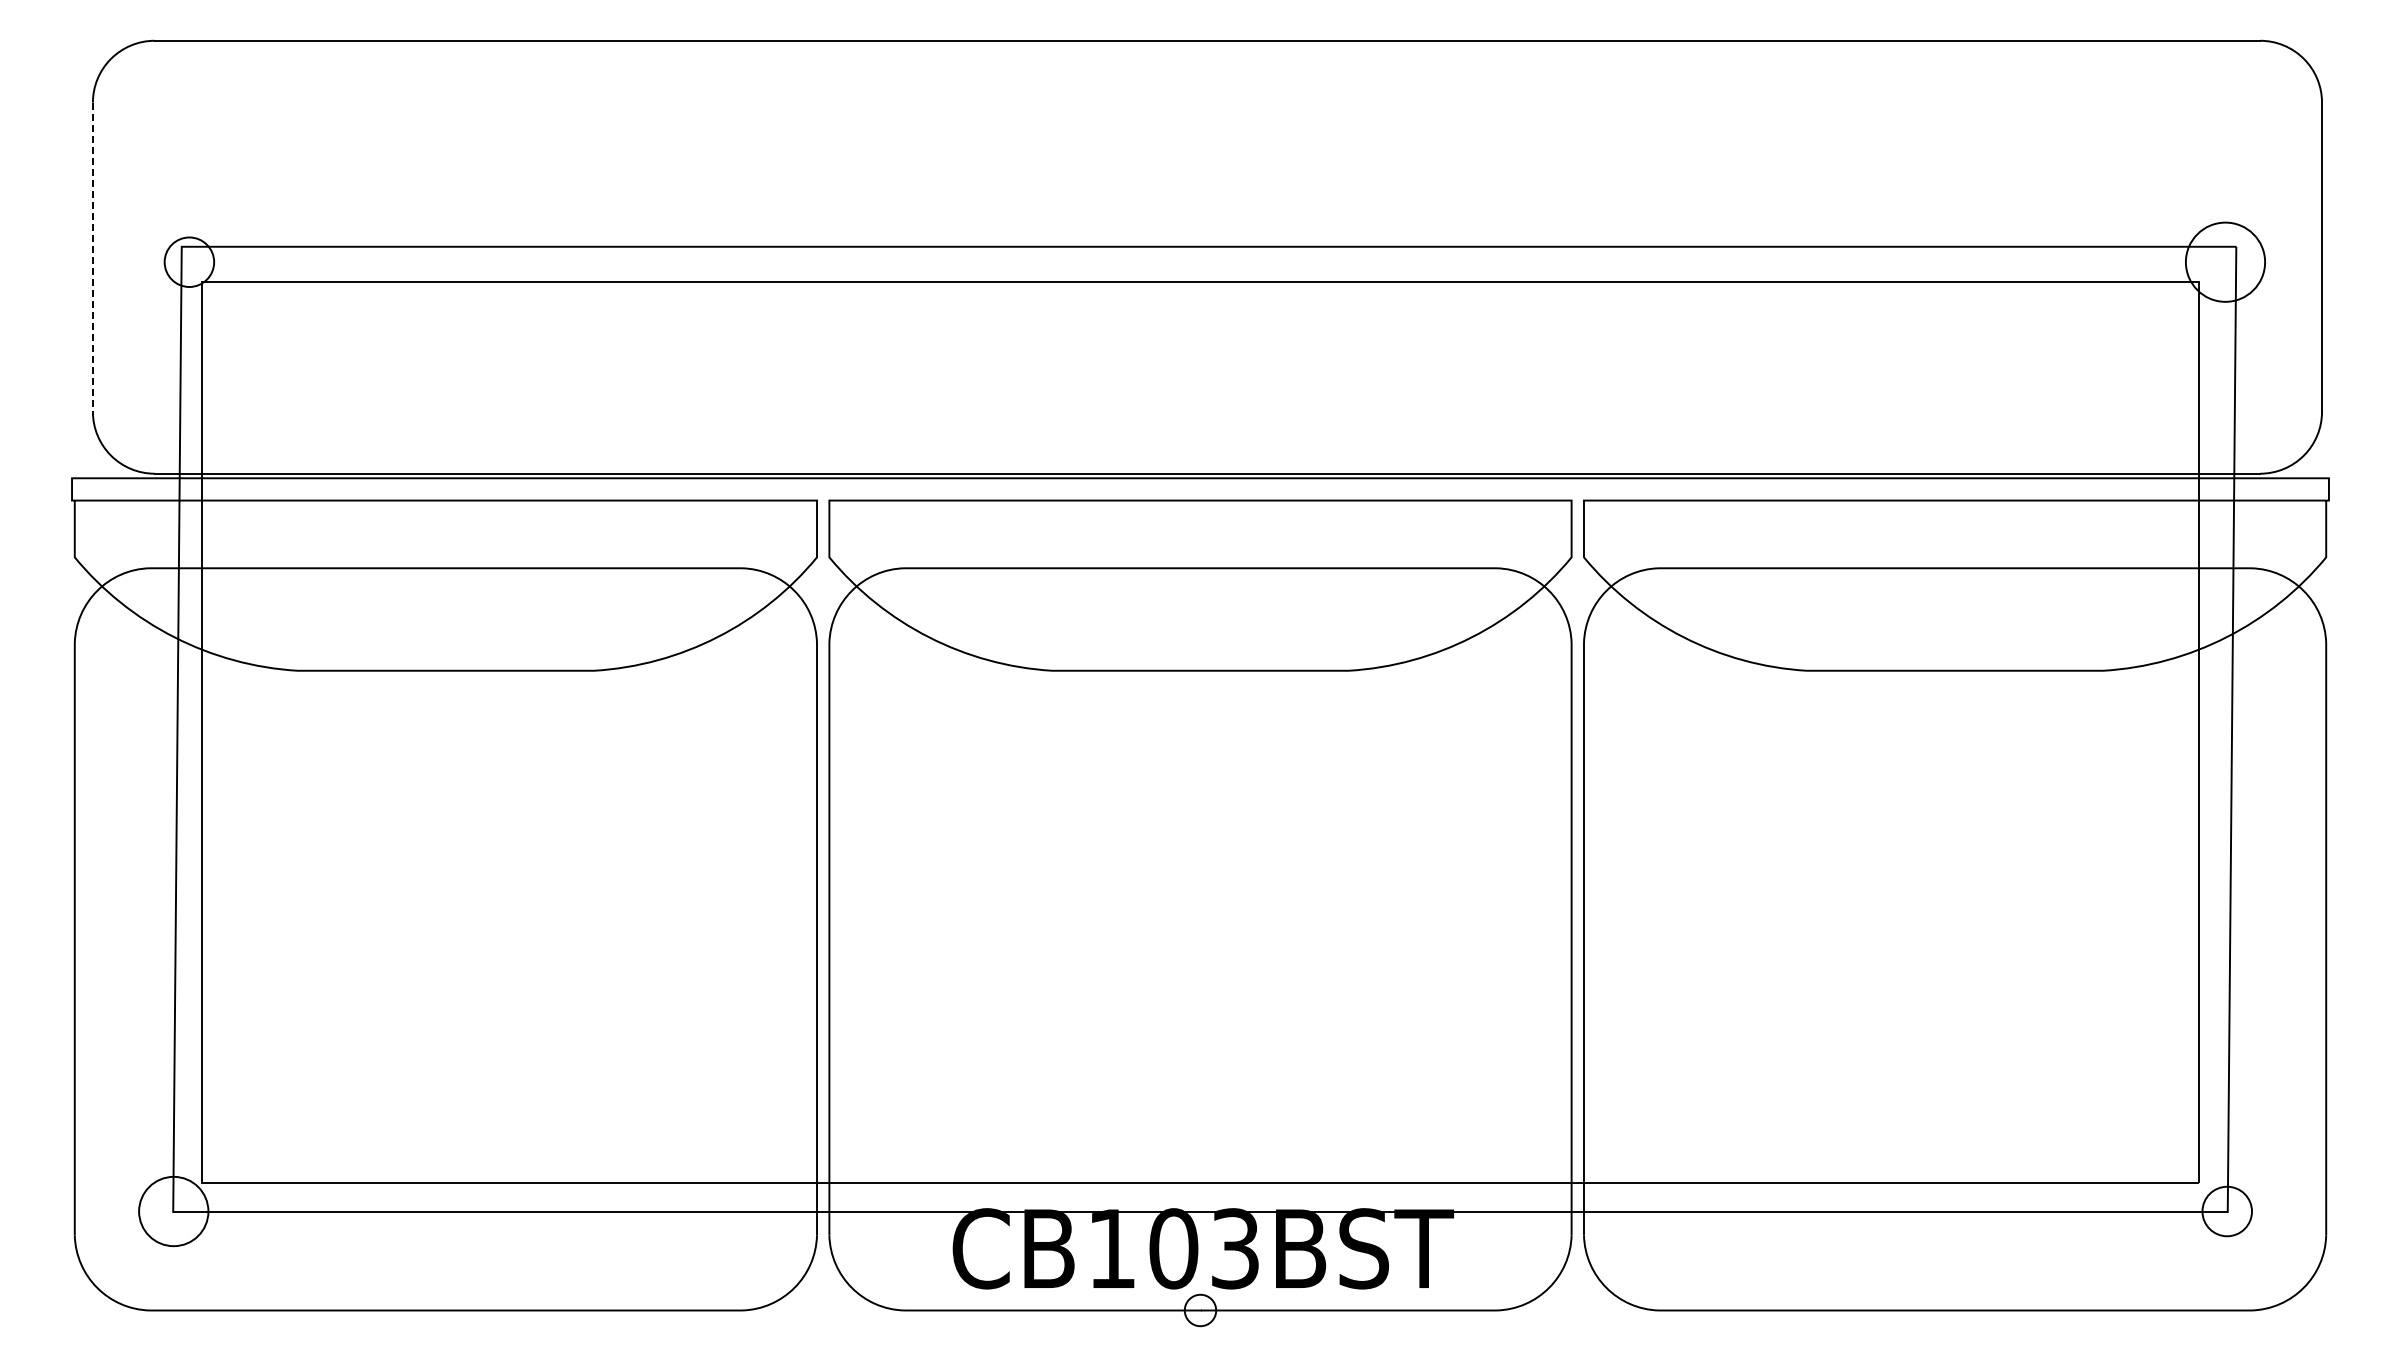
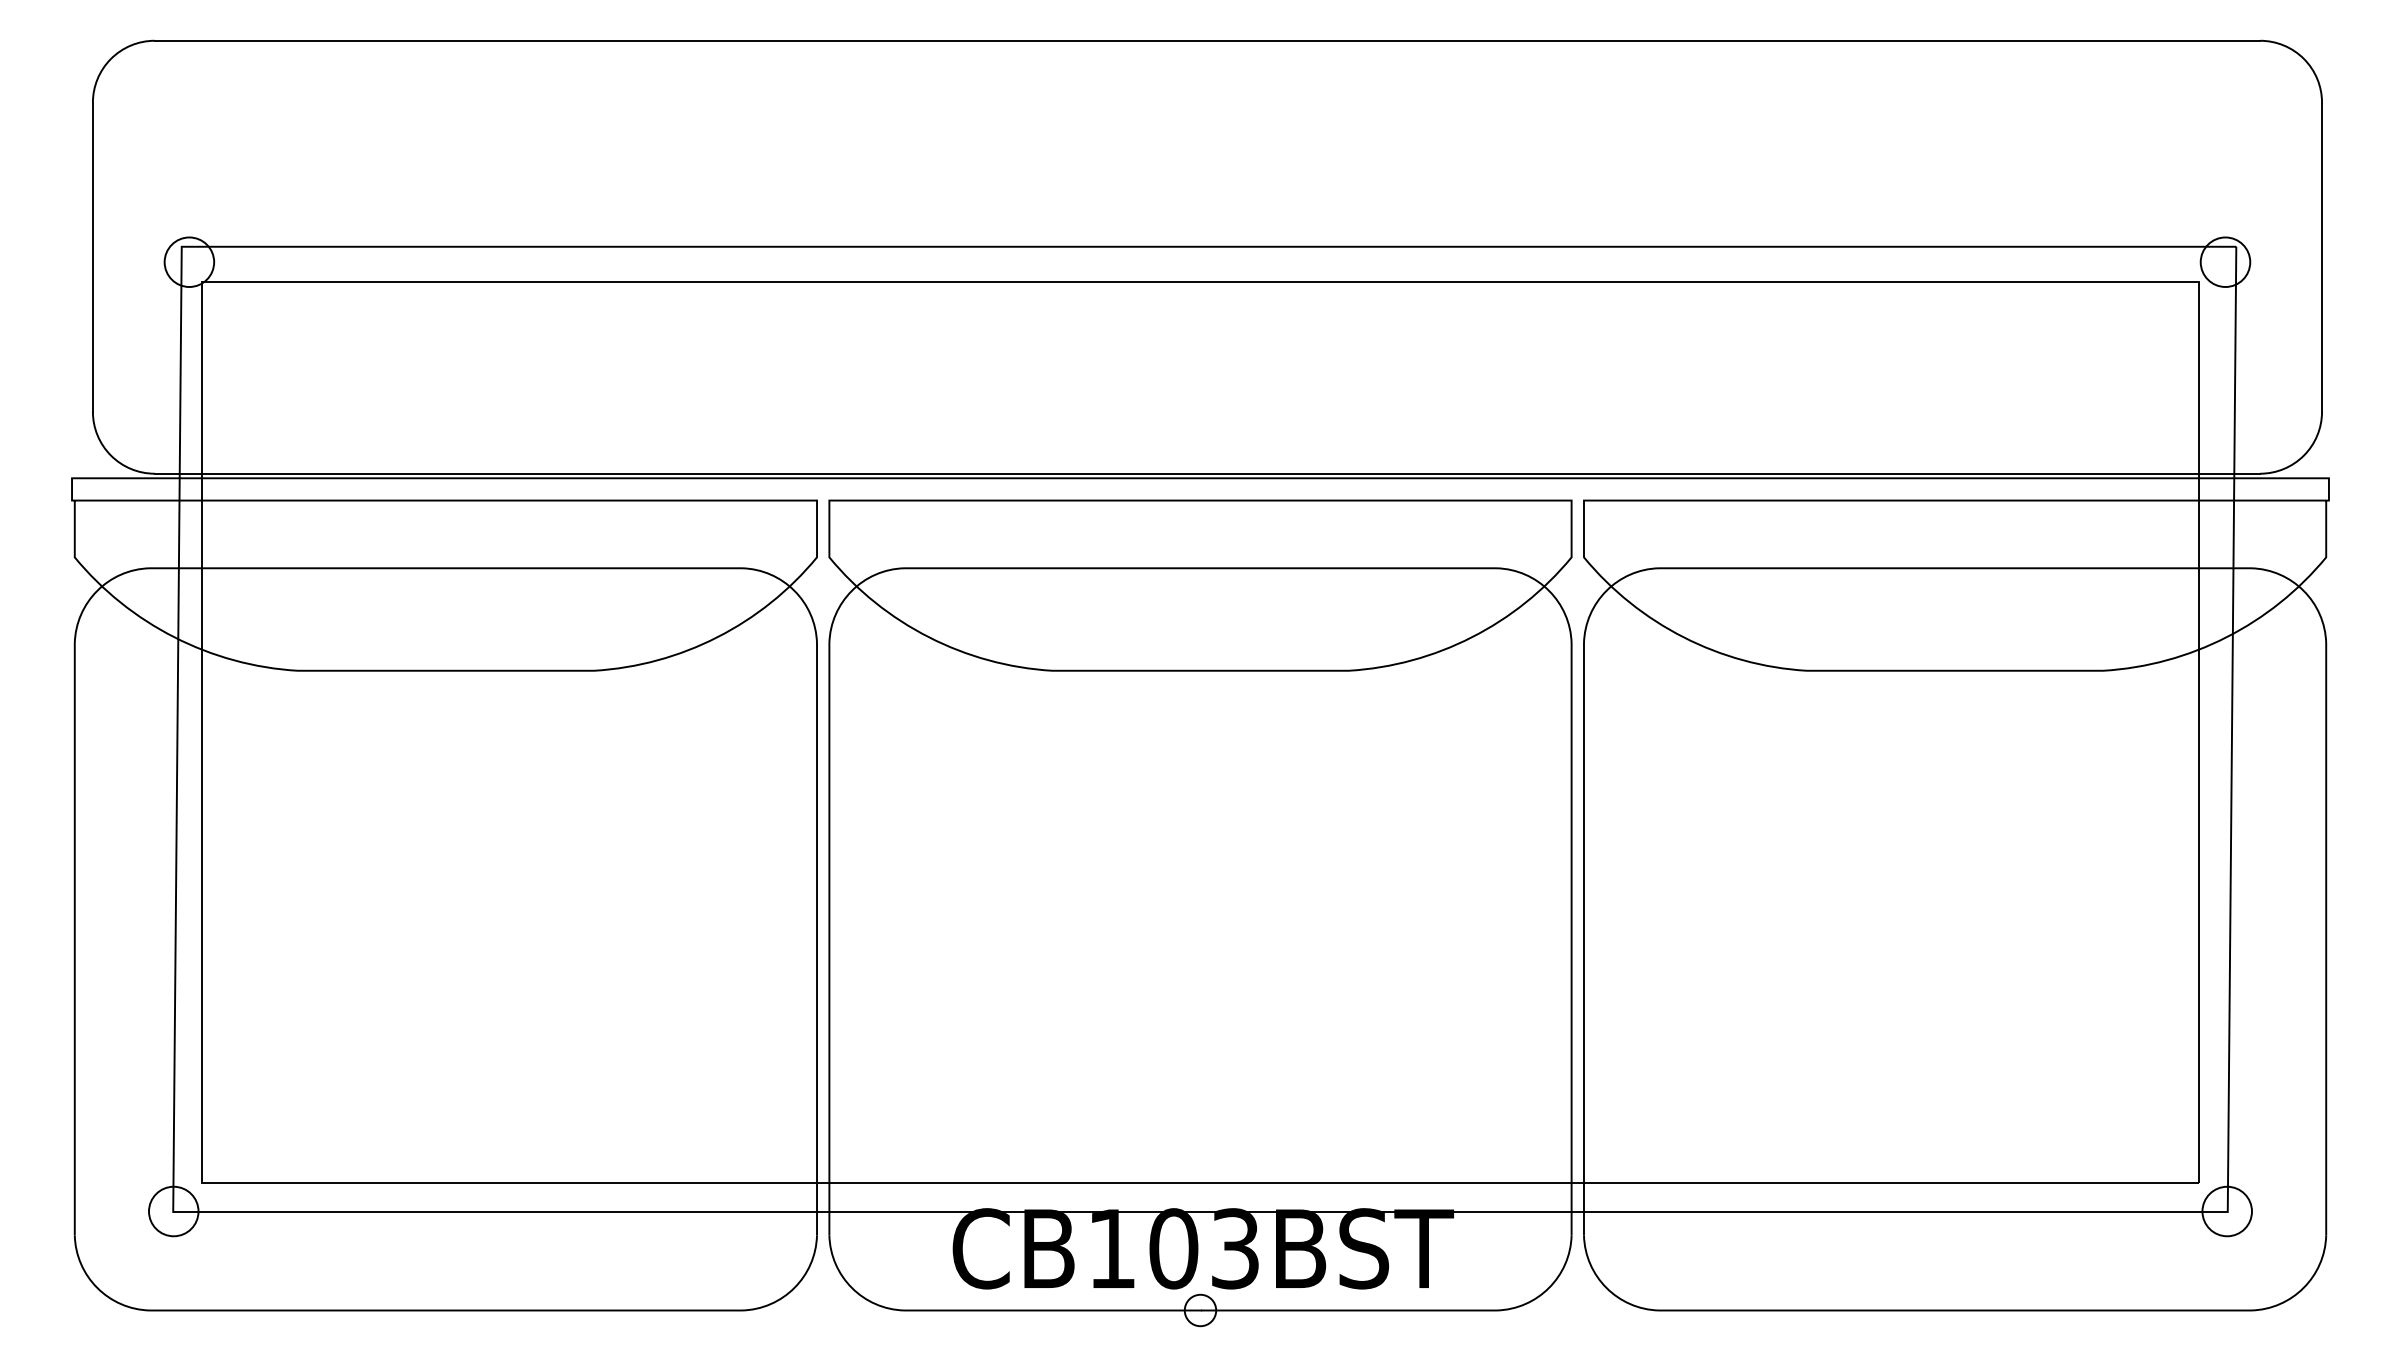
line at (92, 257): dashed -> solid
circle at (2225, 261) diameter: 79 px -> 50 px
circle at (173, 1211) diameter: 69 px -> 50 px
